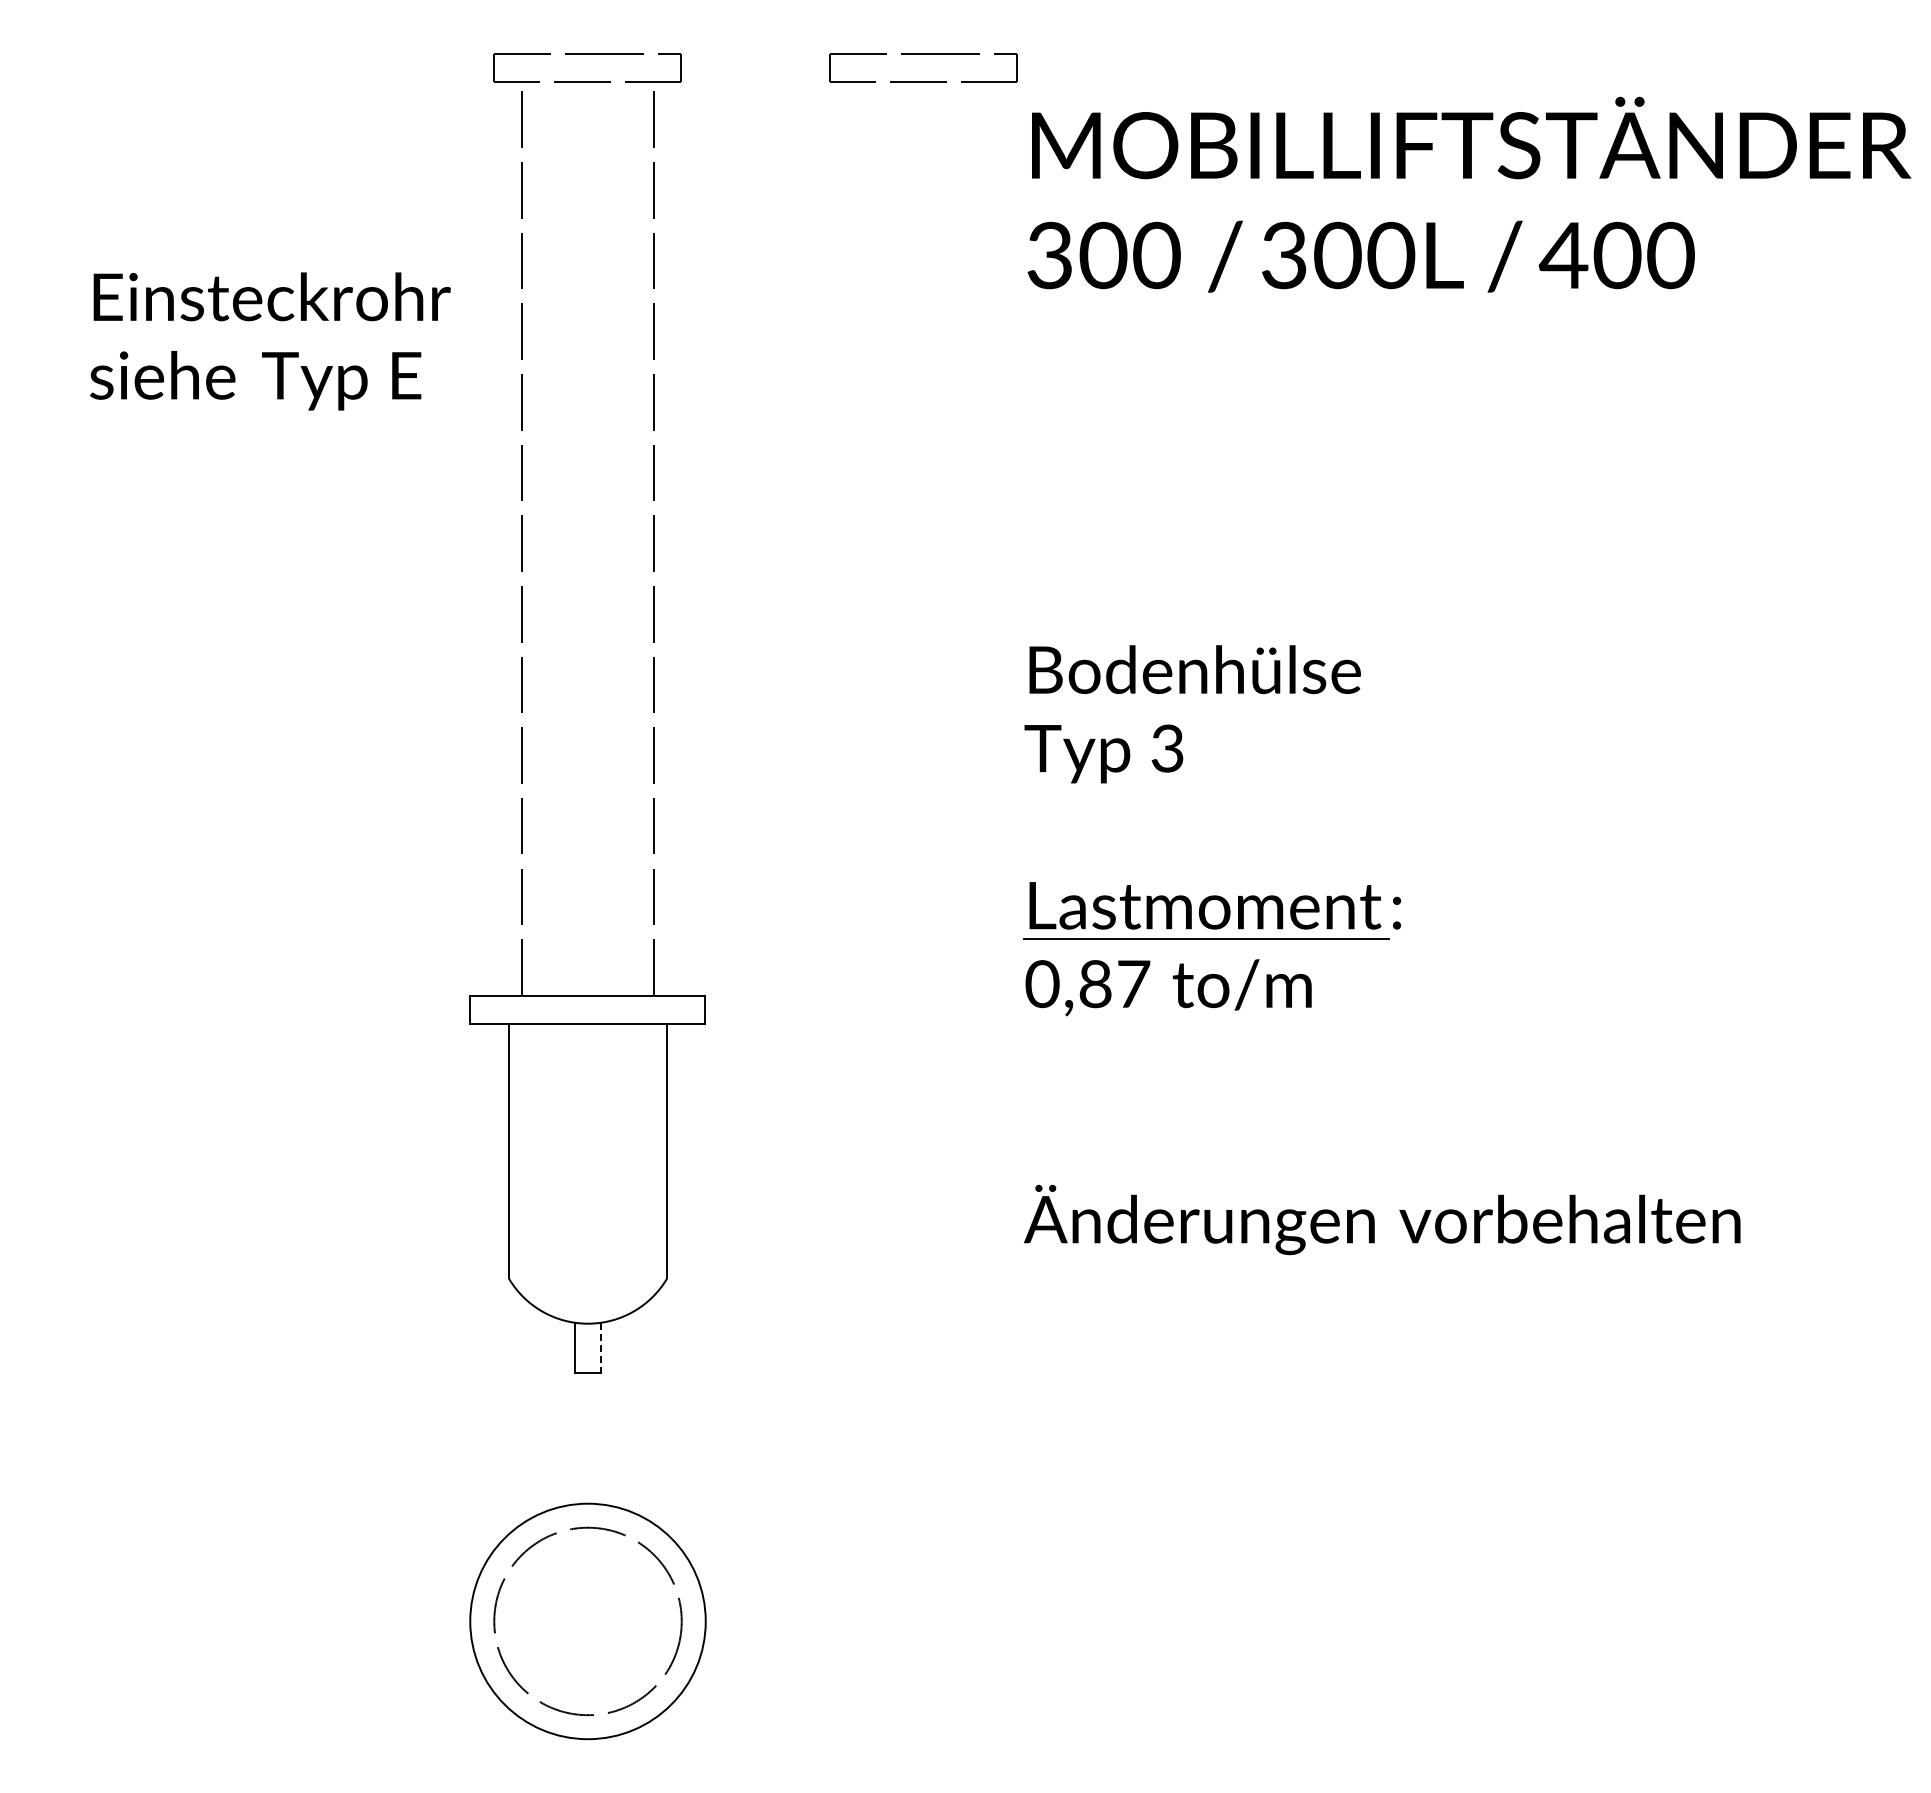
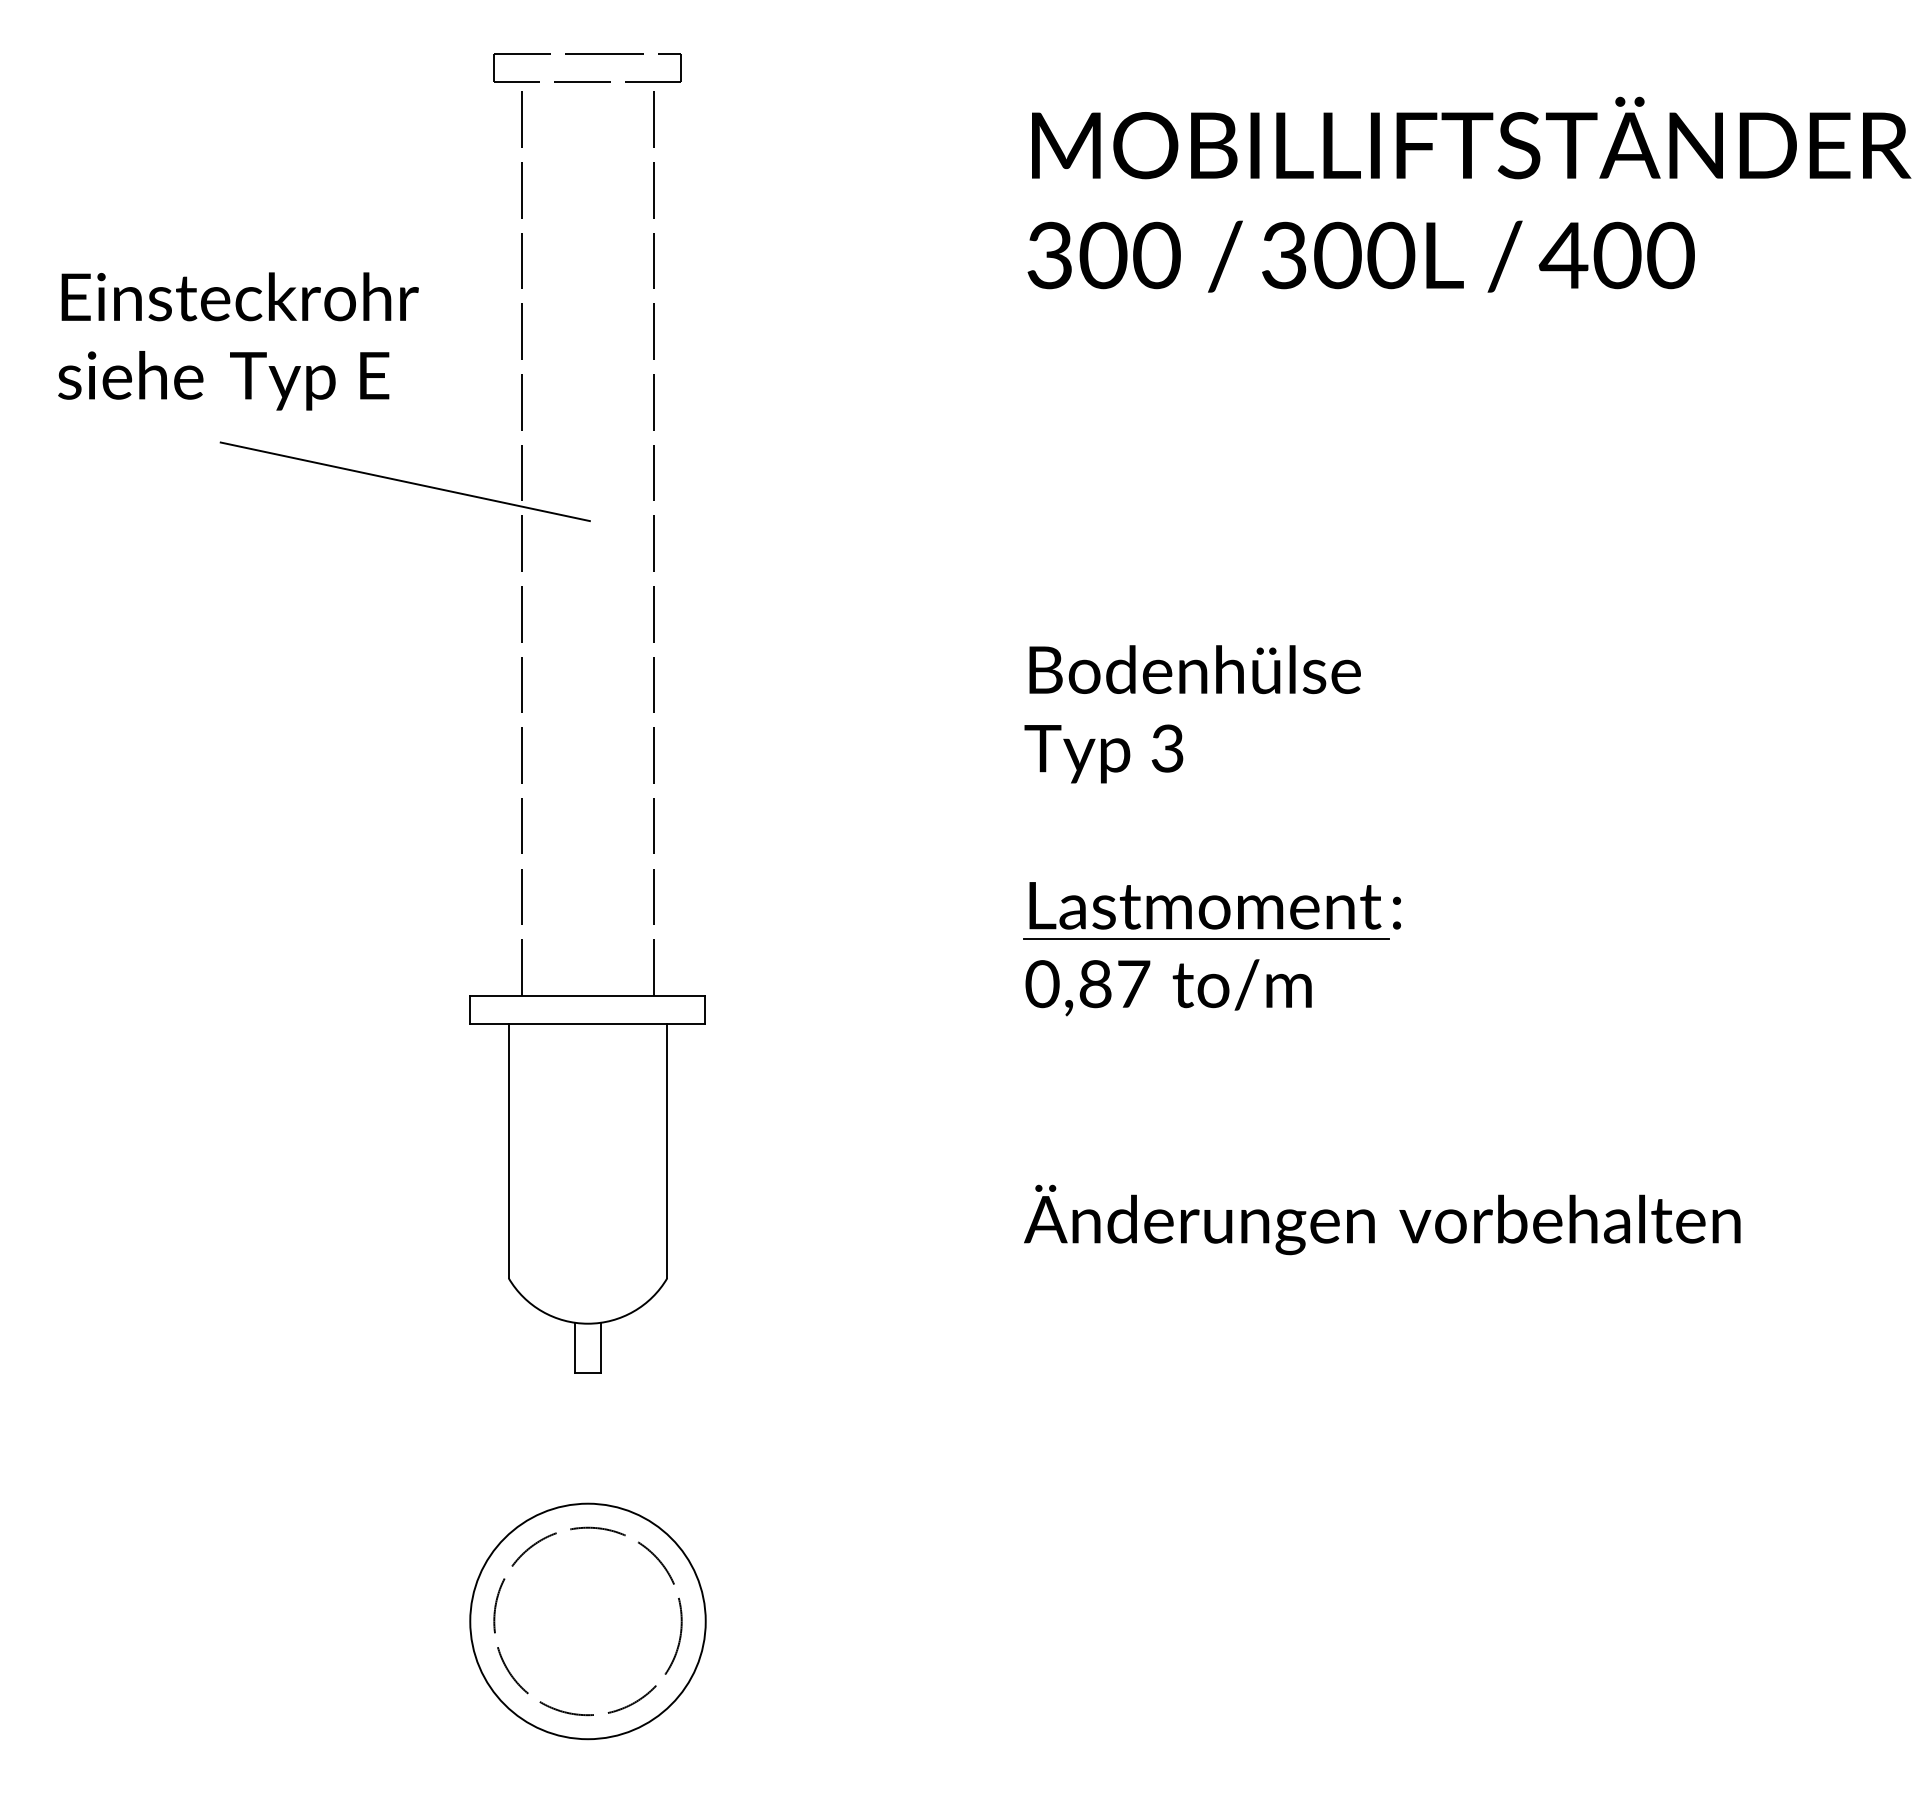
part at (923, 54): present -> none
text at (270, 341) position: (270, 341) -> (238, 341)
line at (404, 481): none -> present
line at (600, 1347): dashed -> solid
